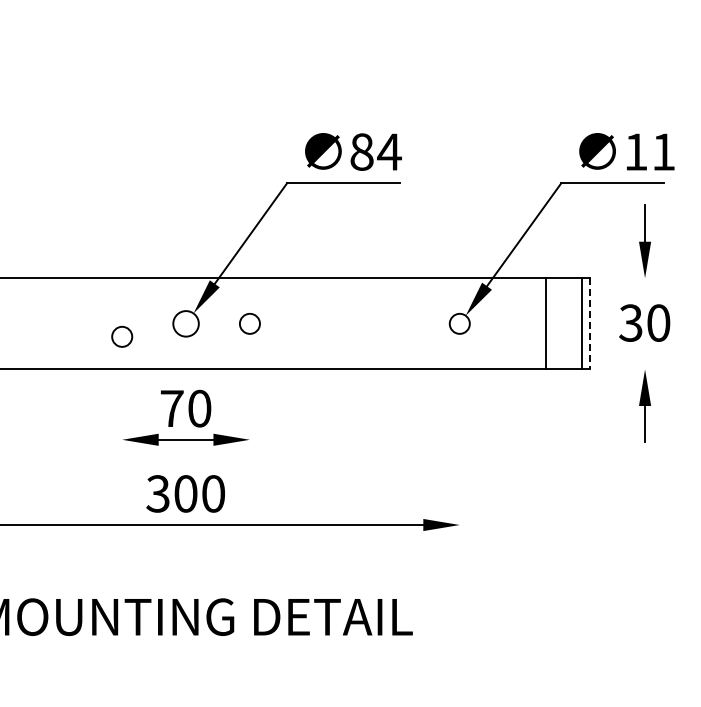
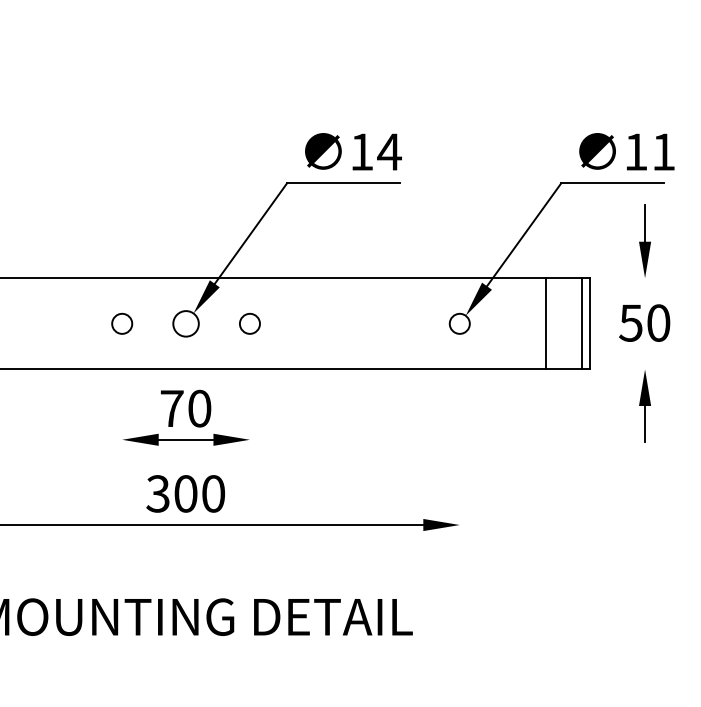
text at (361, 151): 84 -> 14
text at (630, 322): 30 -> 50
line at (590, 323): dashed -> solid
circle at (122, 336) position: (122, 336) -> (122, 323)
